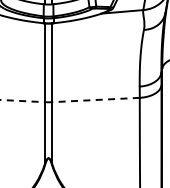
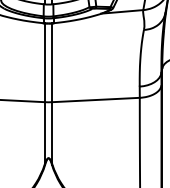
line at (96, 100): dashed -> solid
line at (22, 101): dashed -> solid
